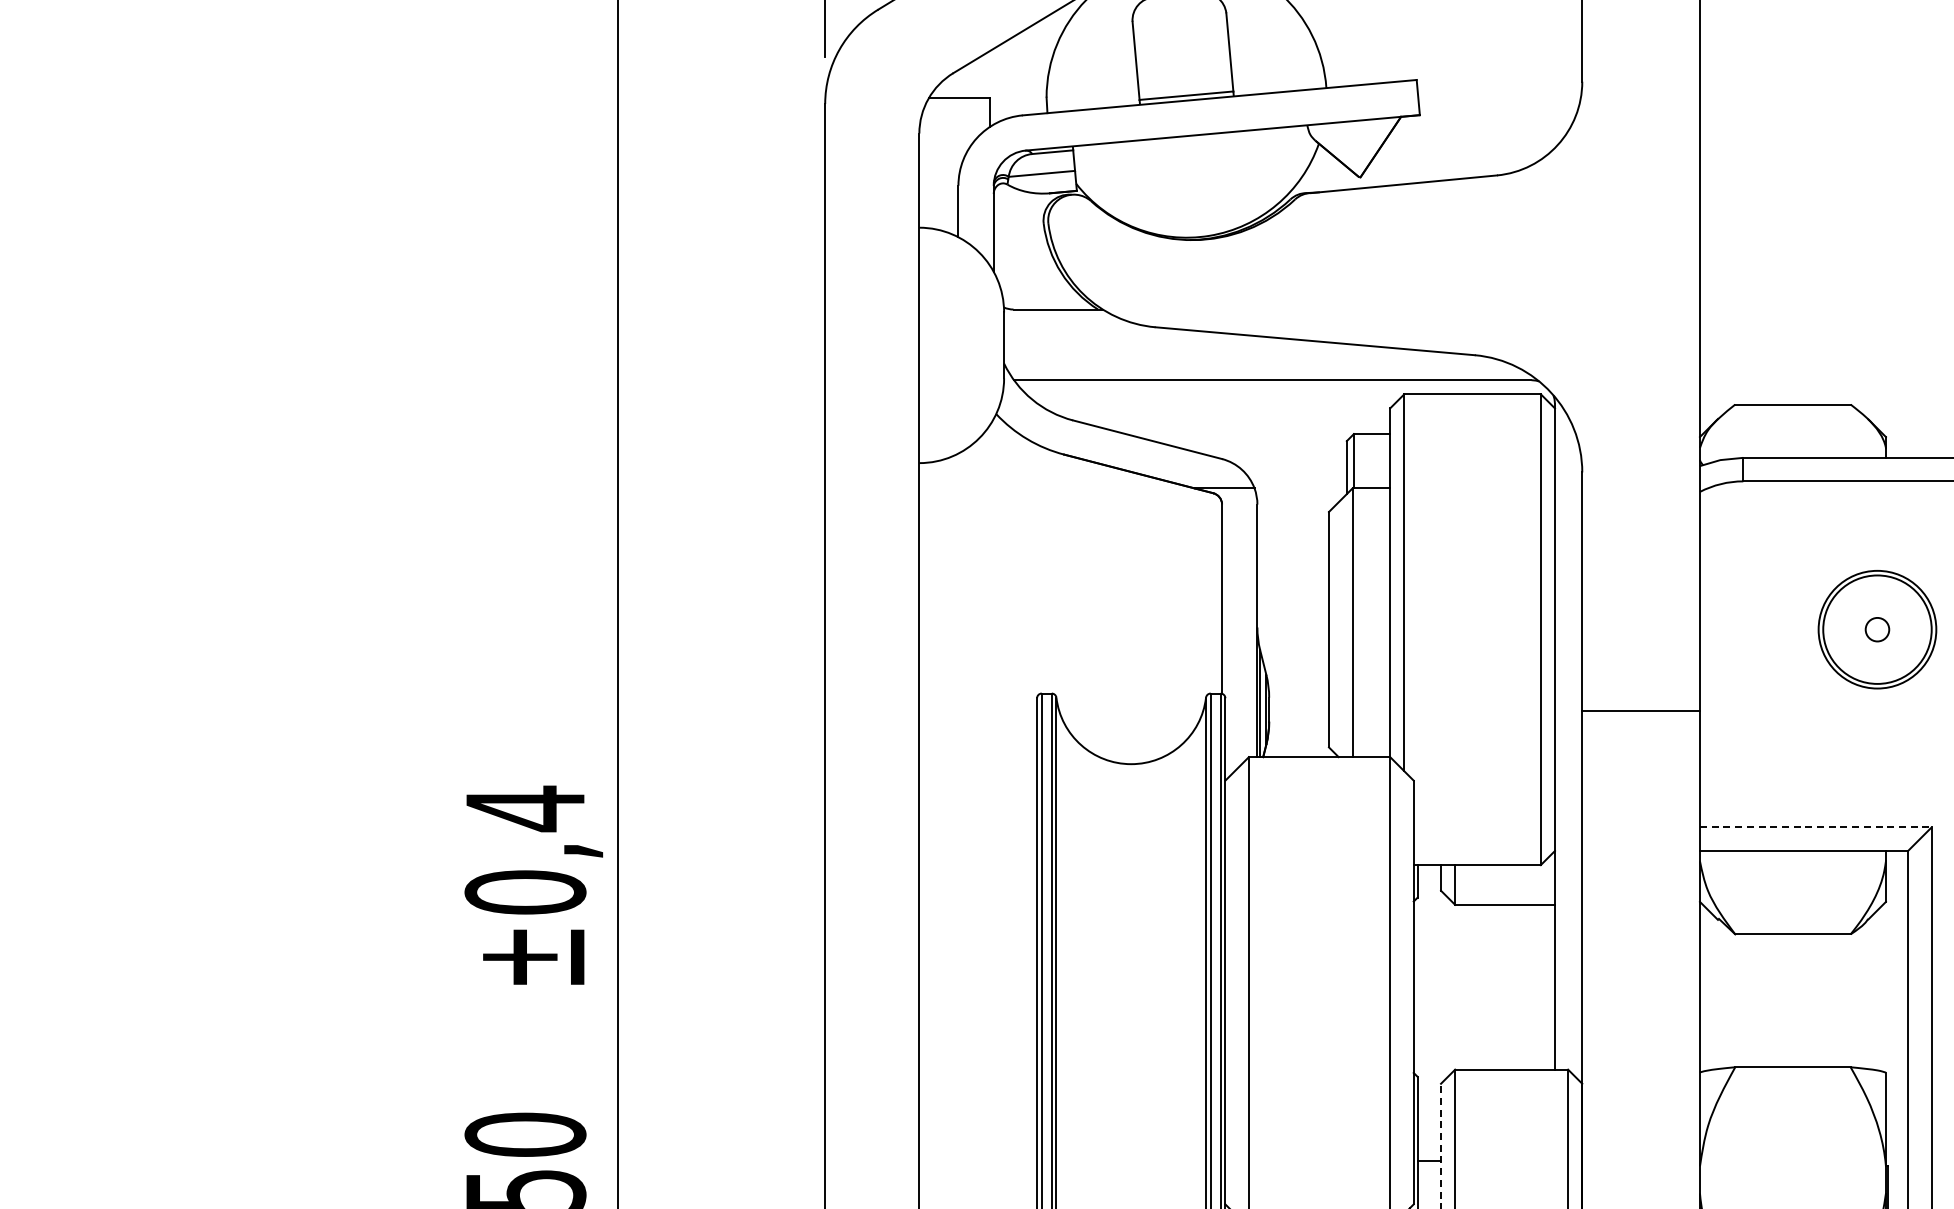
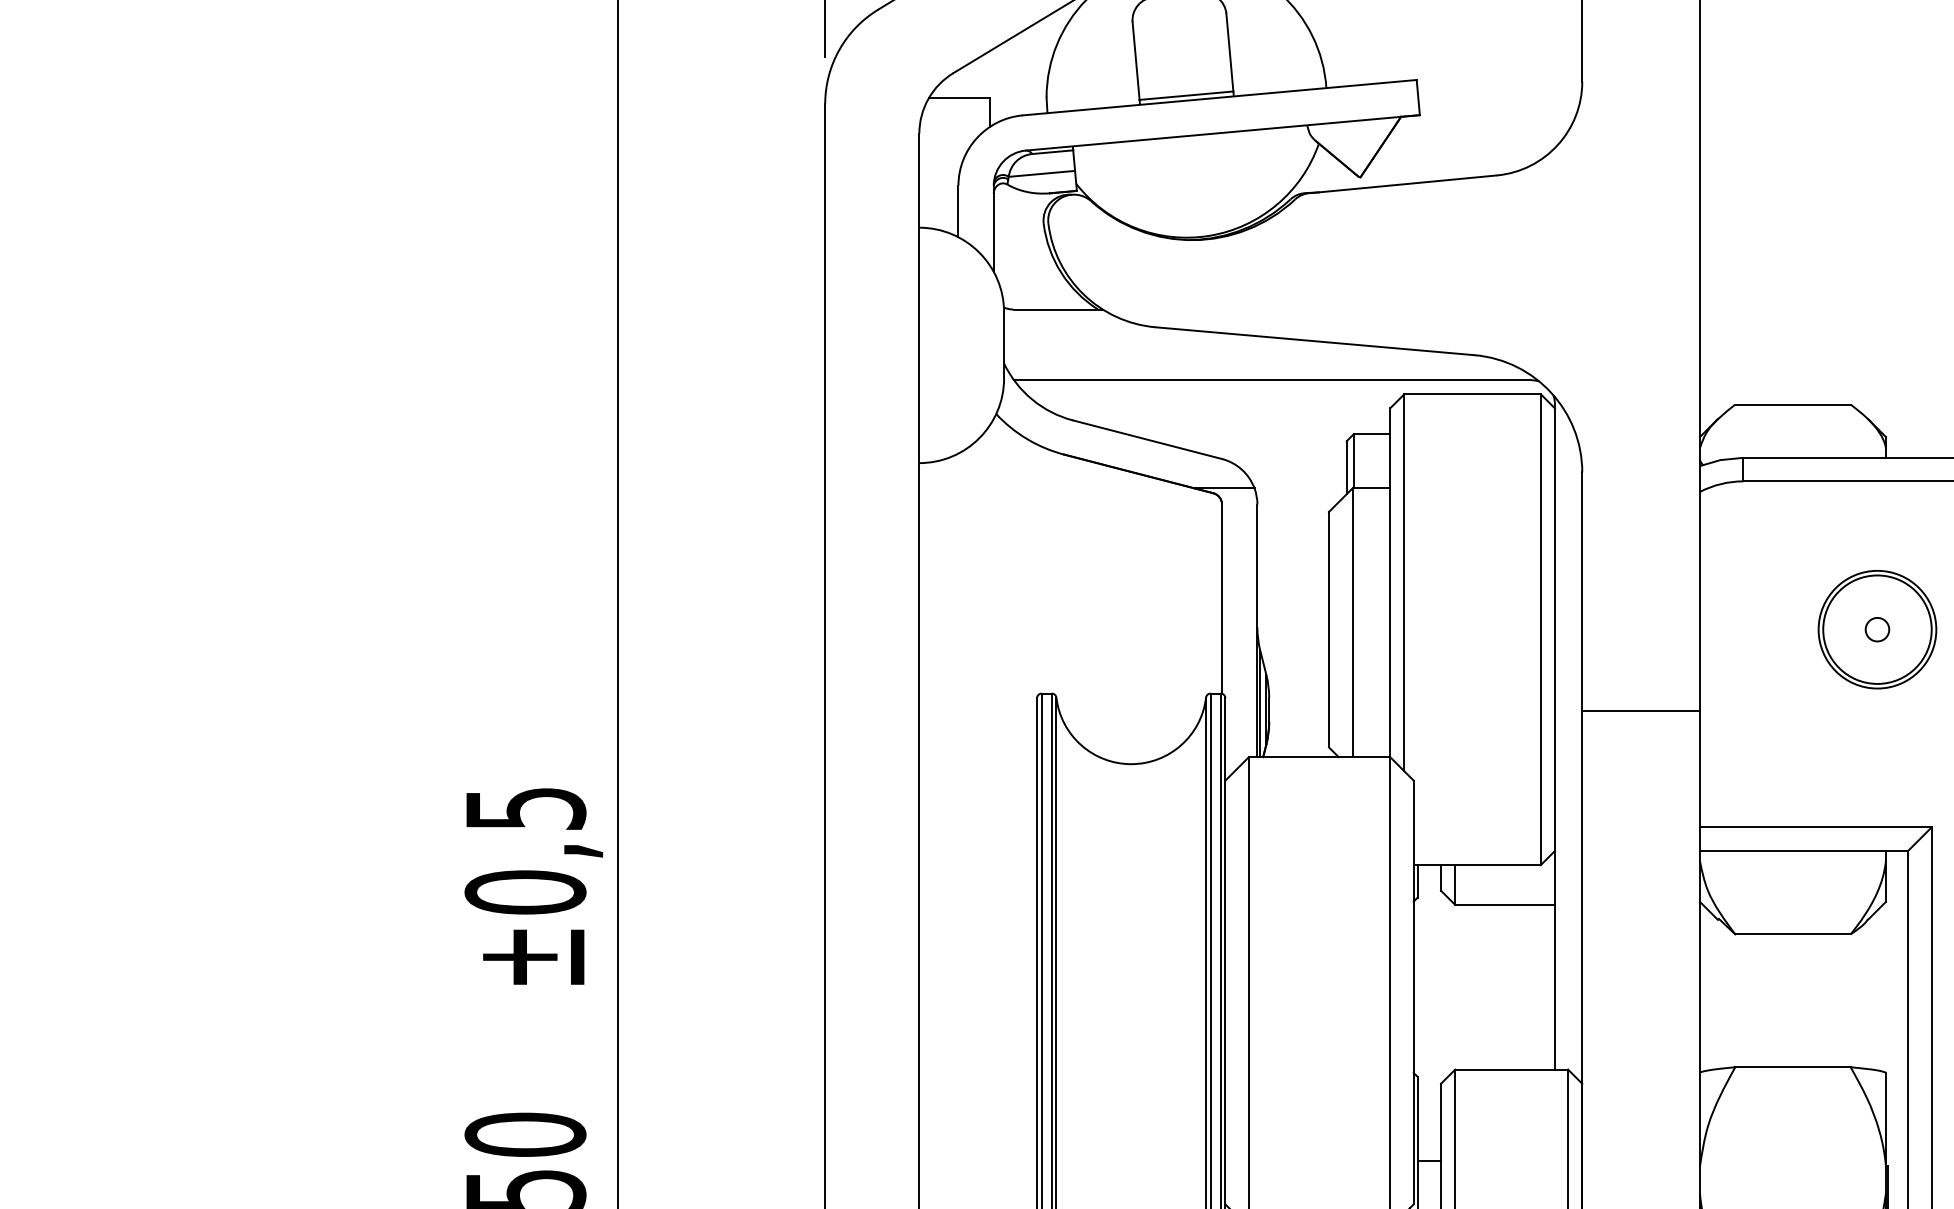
text at (526, 808): ±0,4 -> ±0,5
line at (1815, 827): dashed -> solid
line at (1441, 1145): dashed -> solid
